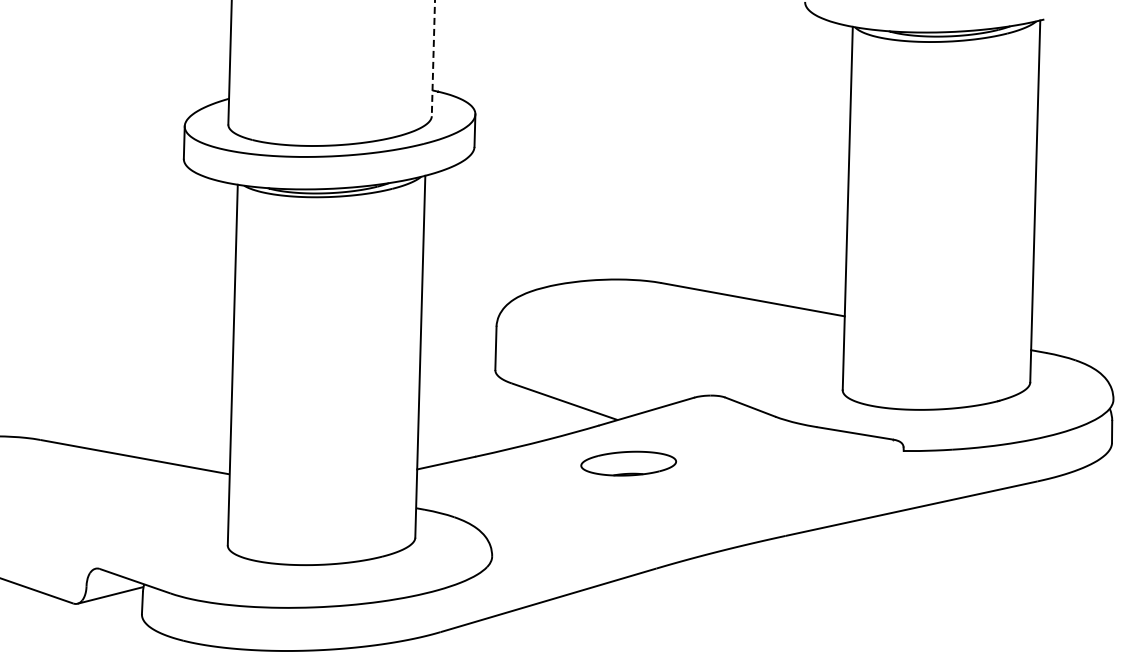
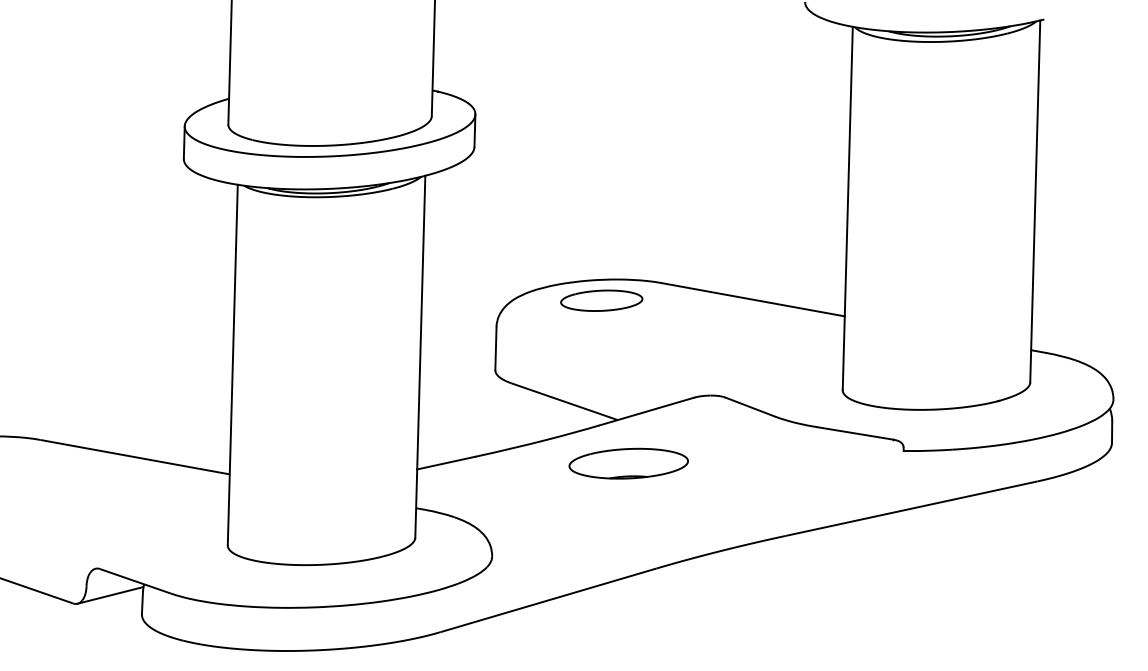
line at (433, 58): dashed -> solid
part at (601, 300): none -> present
part at (628, 463) size: 98x27 px -> 121x33 px
